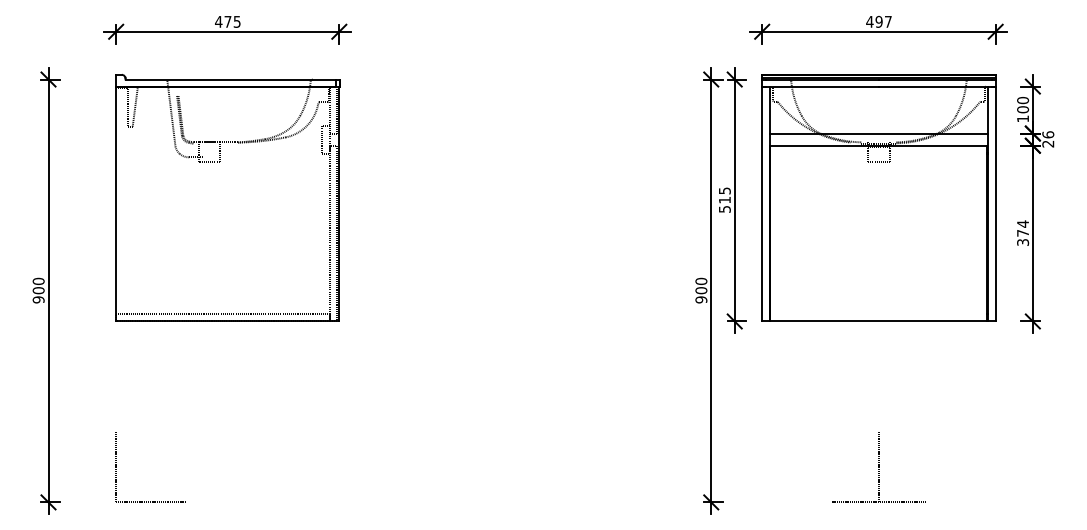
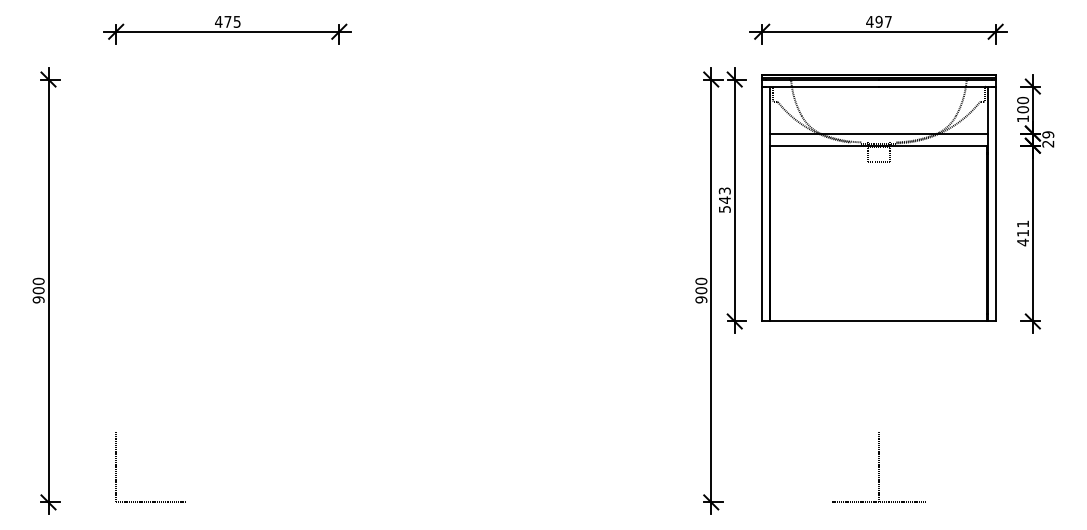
text at (1048, 134): 26 -> 29
text at (724, 195): 515 -> 543
part at (227, 197): present -> none
text at (1023, 233): 374 -> 411
